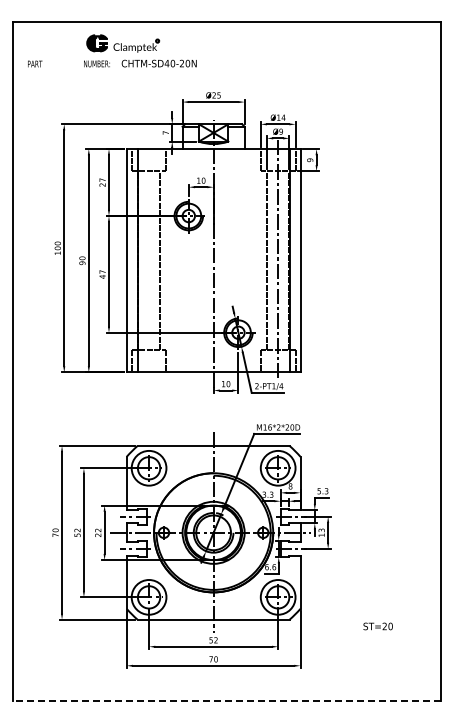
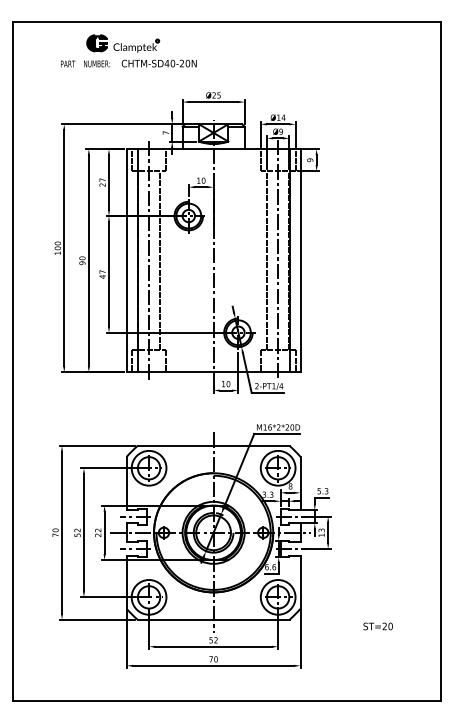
text at (35, 63) position: (35, 63) -> (68, 63)
line at (149, 258): none -> present
line at (227, 701): dashed -> solid
